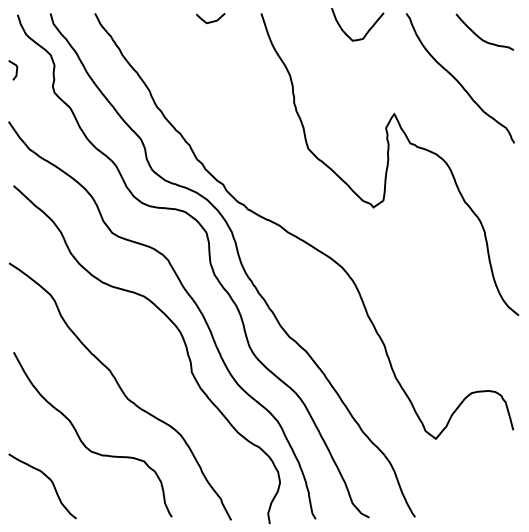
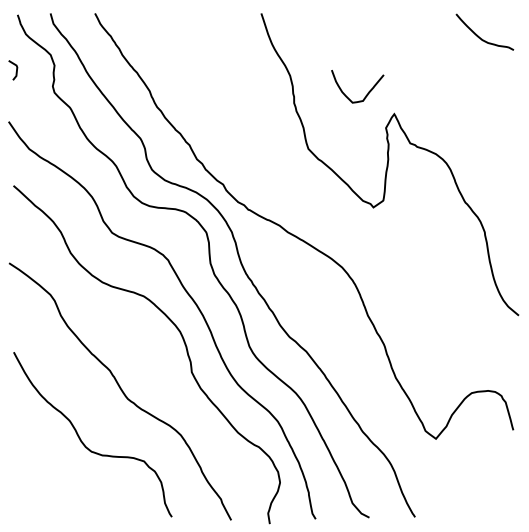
curve at (212, 20): present -> none
curve at (366, 32) position: (366, 32) -> (366, 94)
curve at (458, 80): present -> none
curve at (48, 479): present -> none
